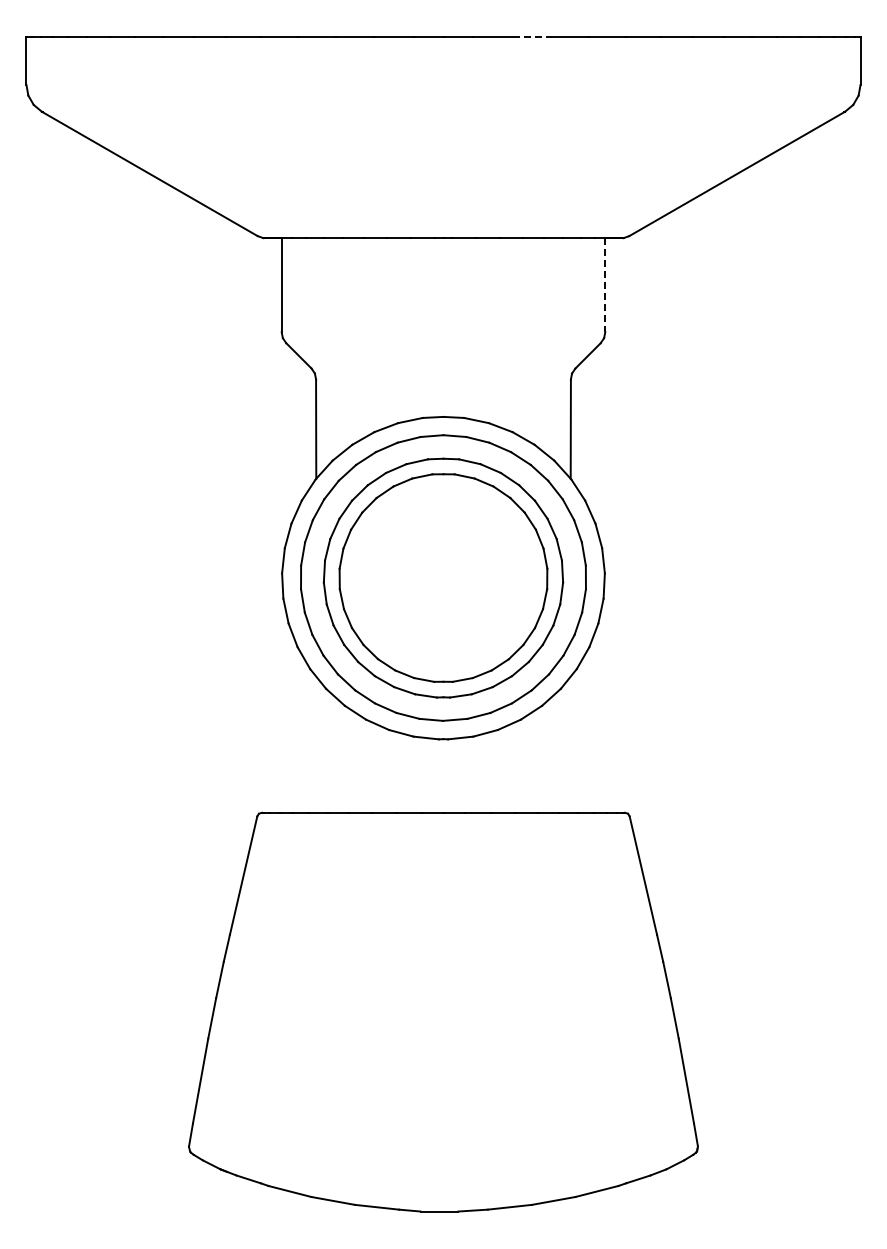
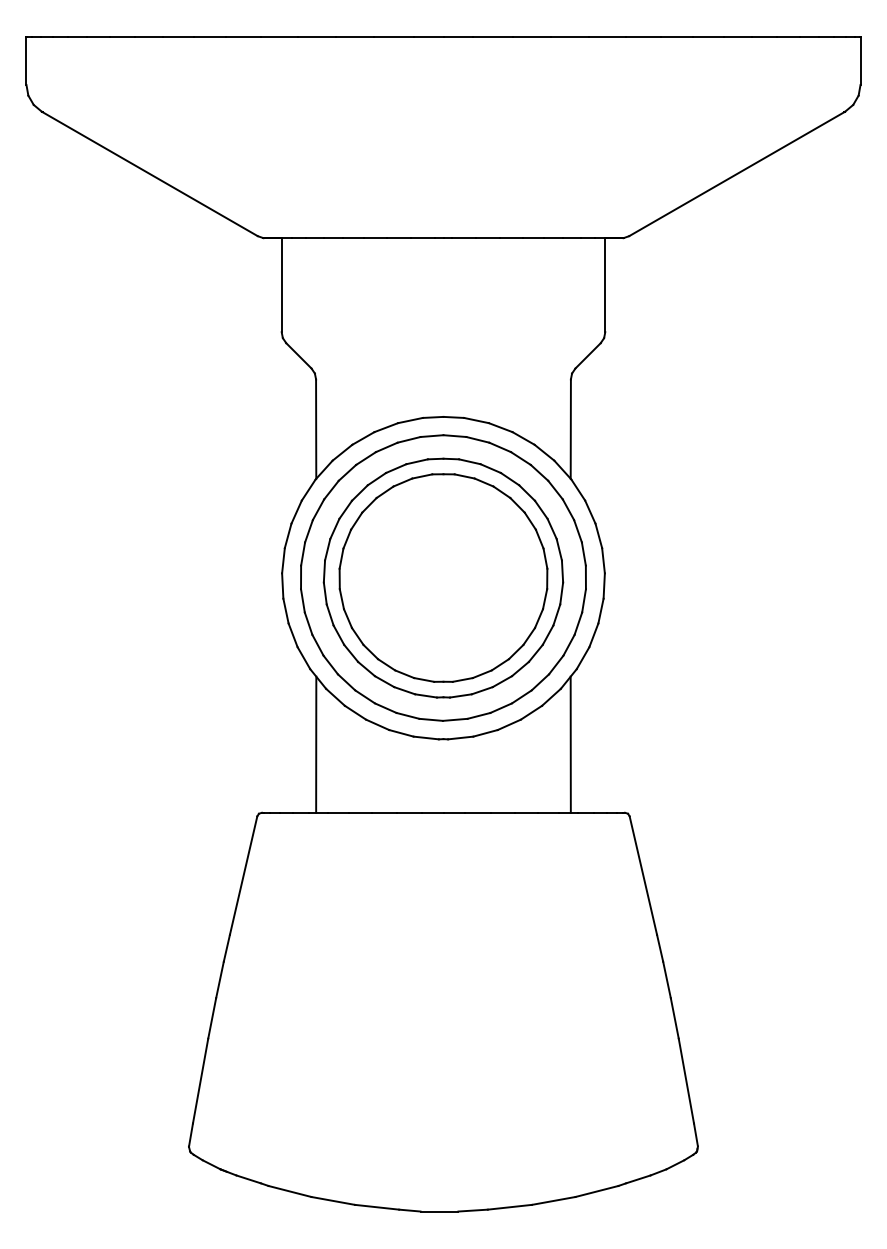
line at (532, 37): dashed -> solid
line at (605, 285): dashed -> solid
line at (316, 744): none -> present
line at (570, 744): none -> present
